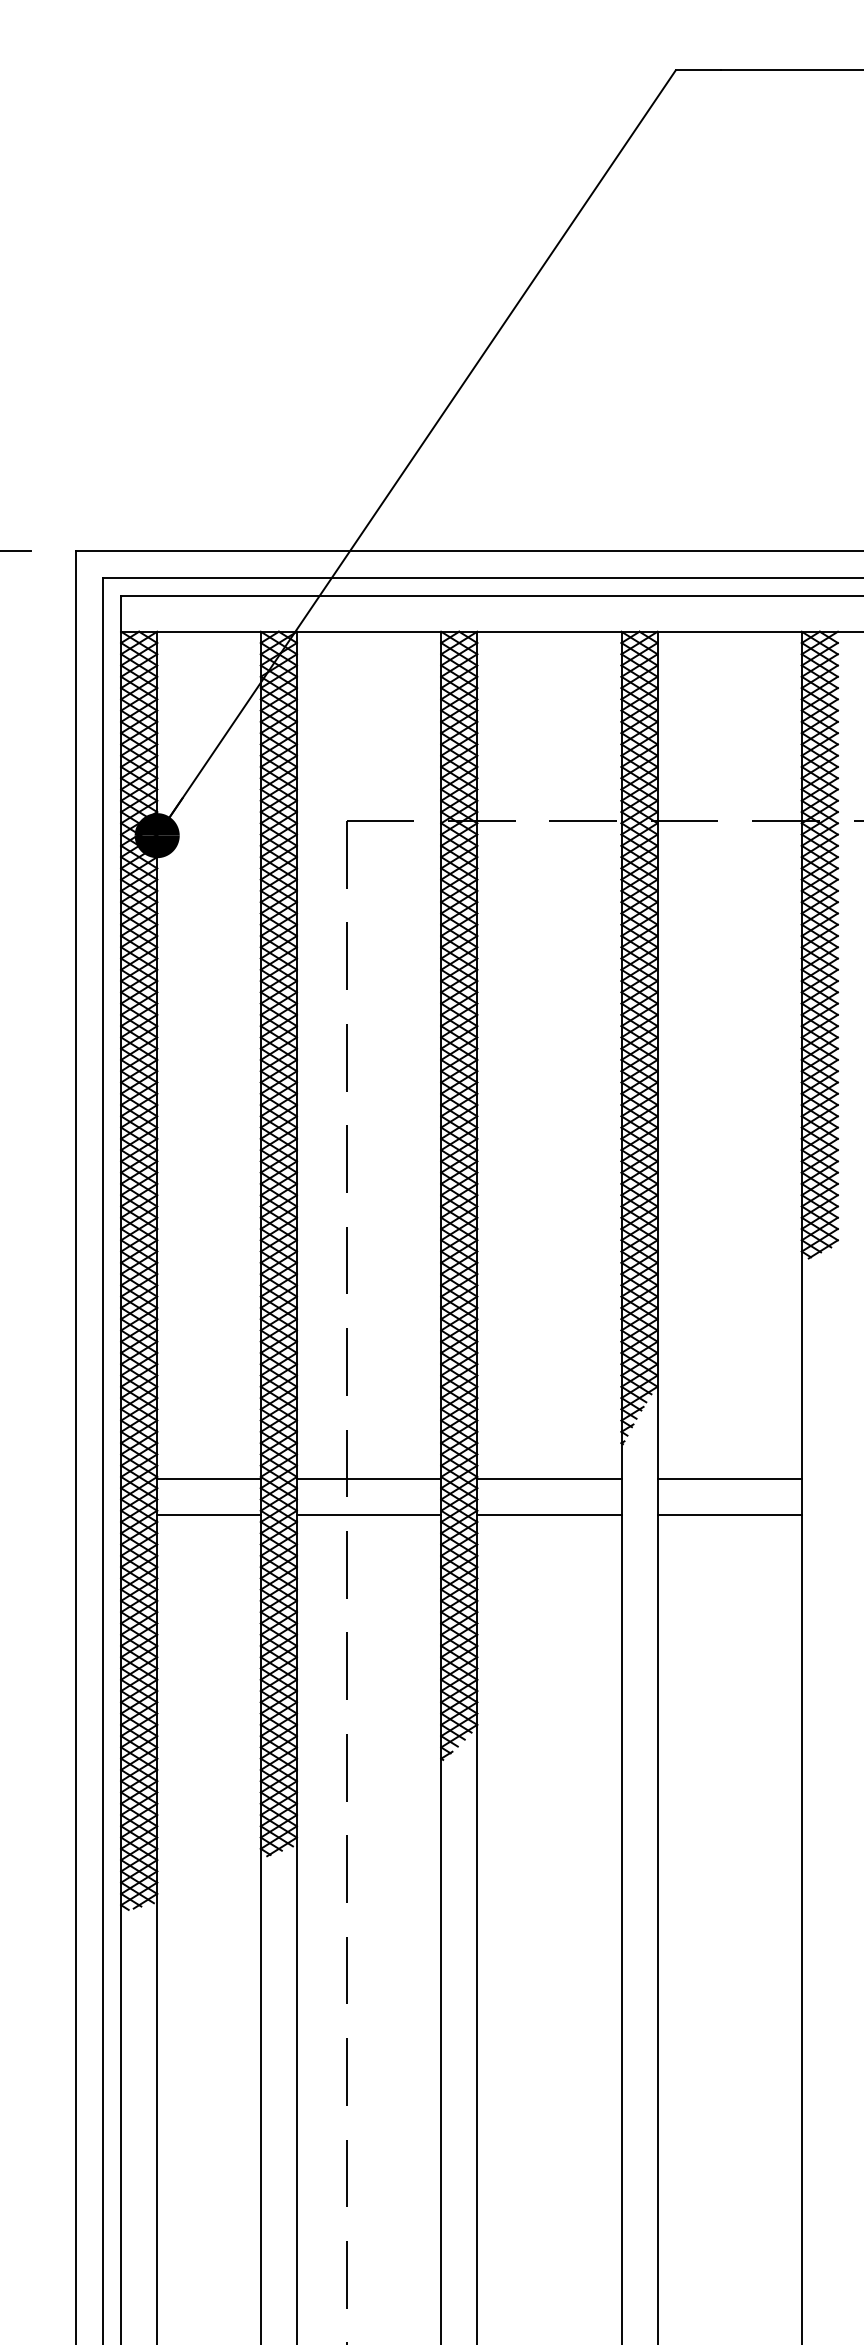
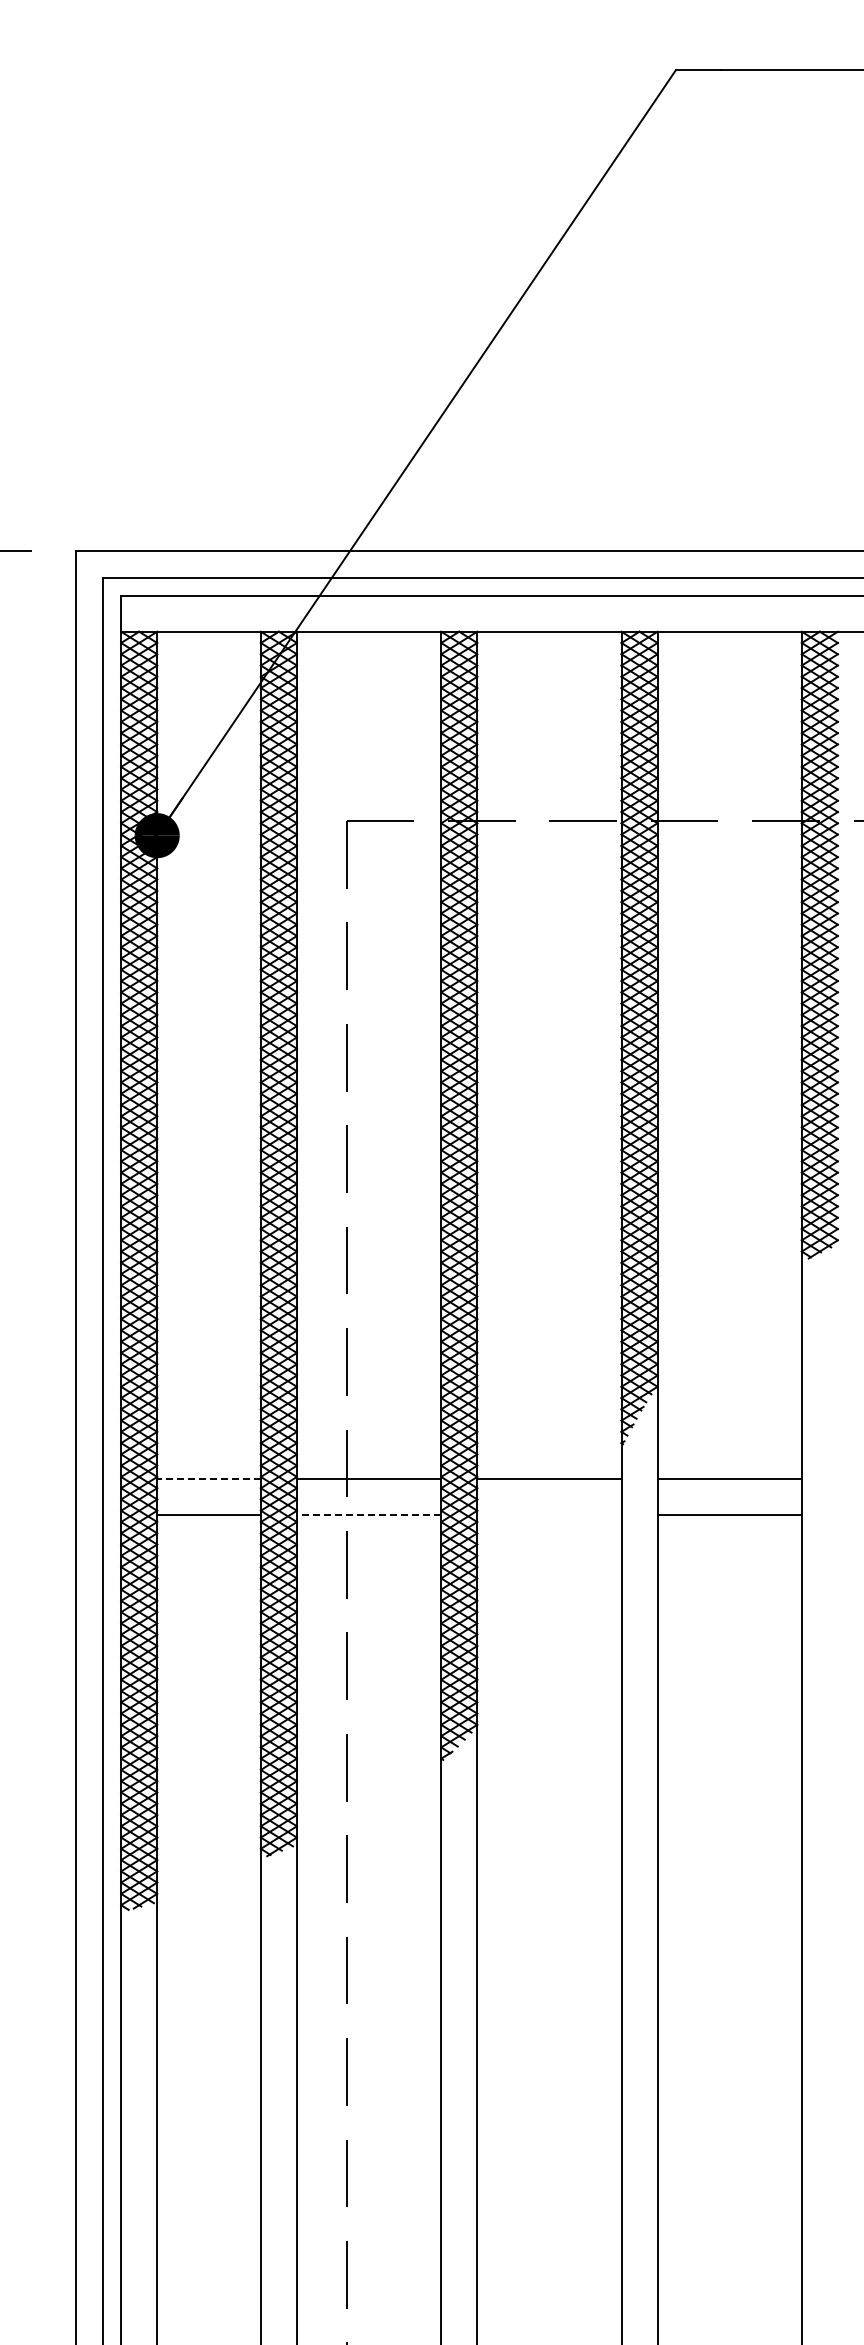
line at (209, 1479): solid -> dashed
line at (368, 1515): solid -> dashed
line at (549, 1515): present -> none
